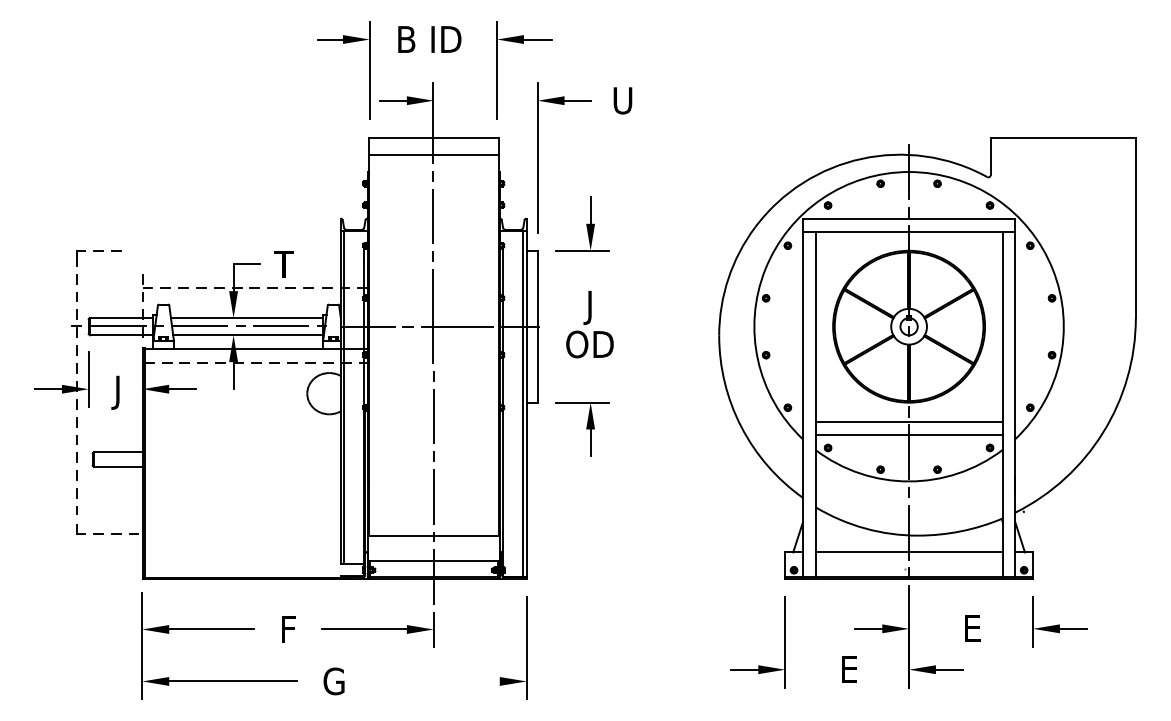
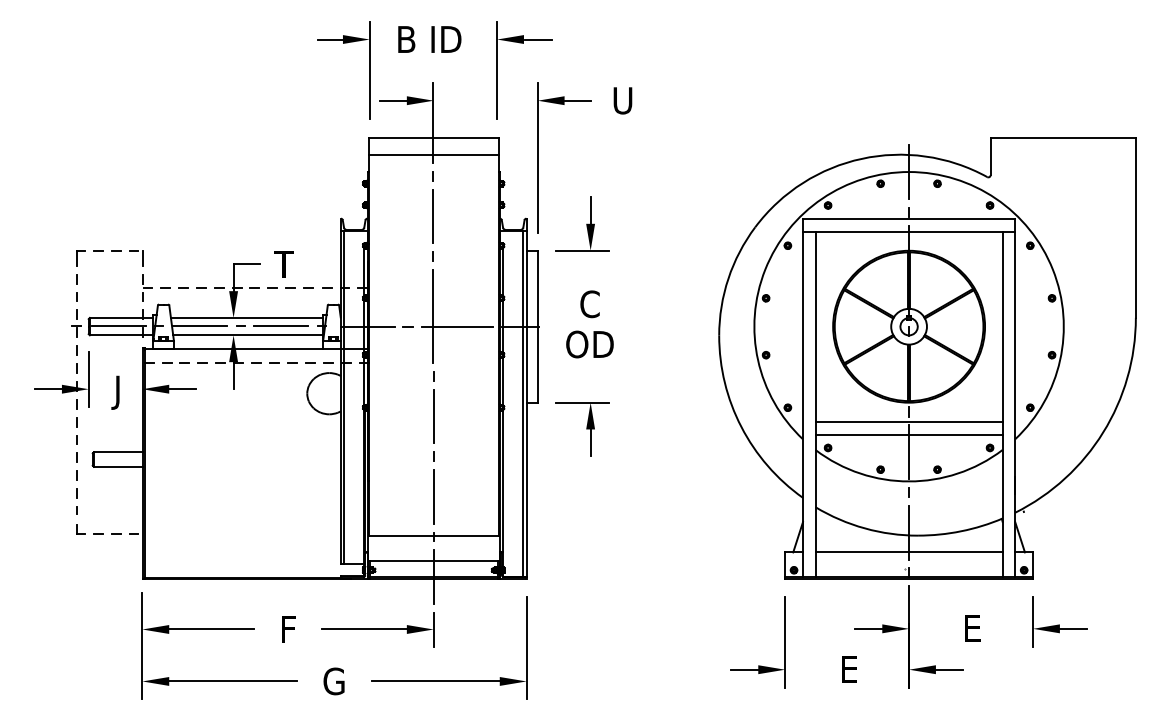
part at (136, 258): none -> present
text at (589, 307): J -> C
line at (435, 681): none -> present
